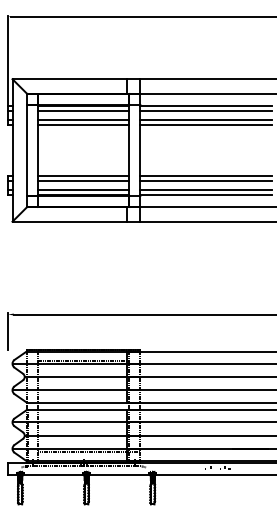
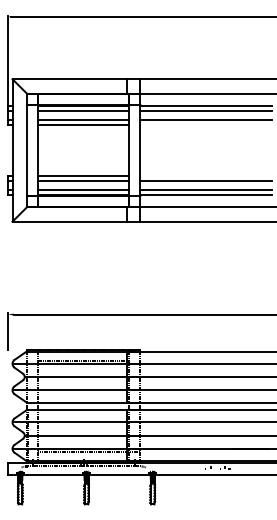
line at (206, 124): present -> none
line at (206, 175): present -> none
